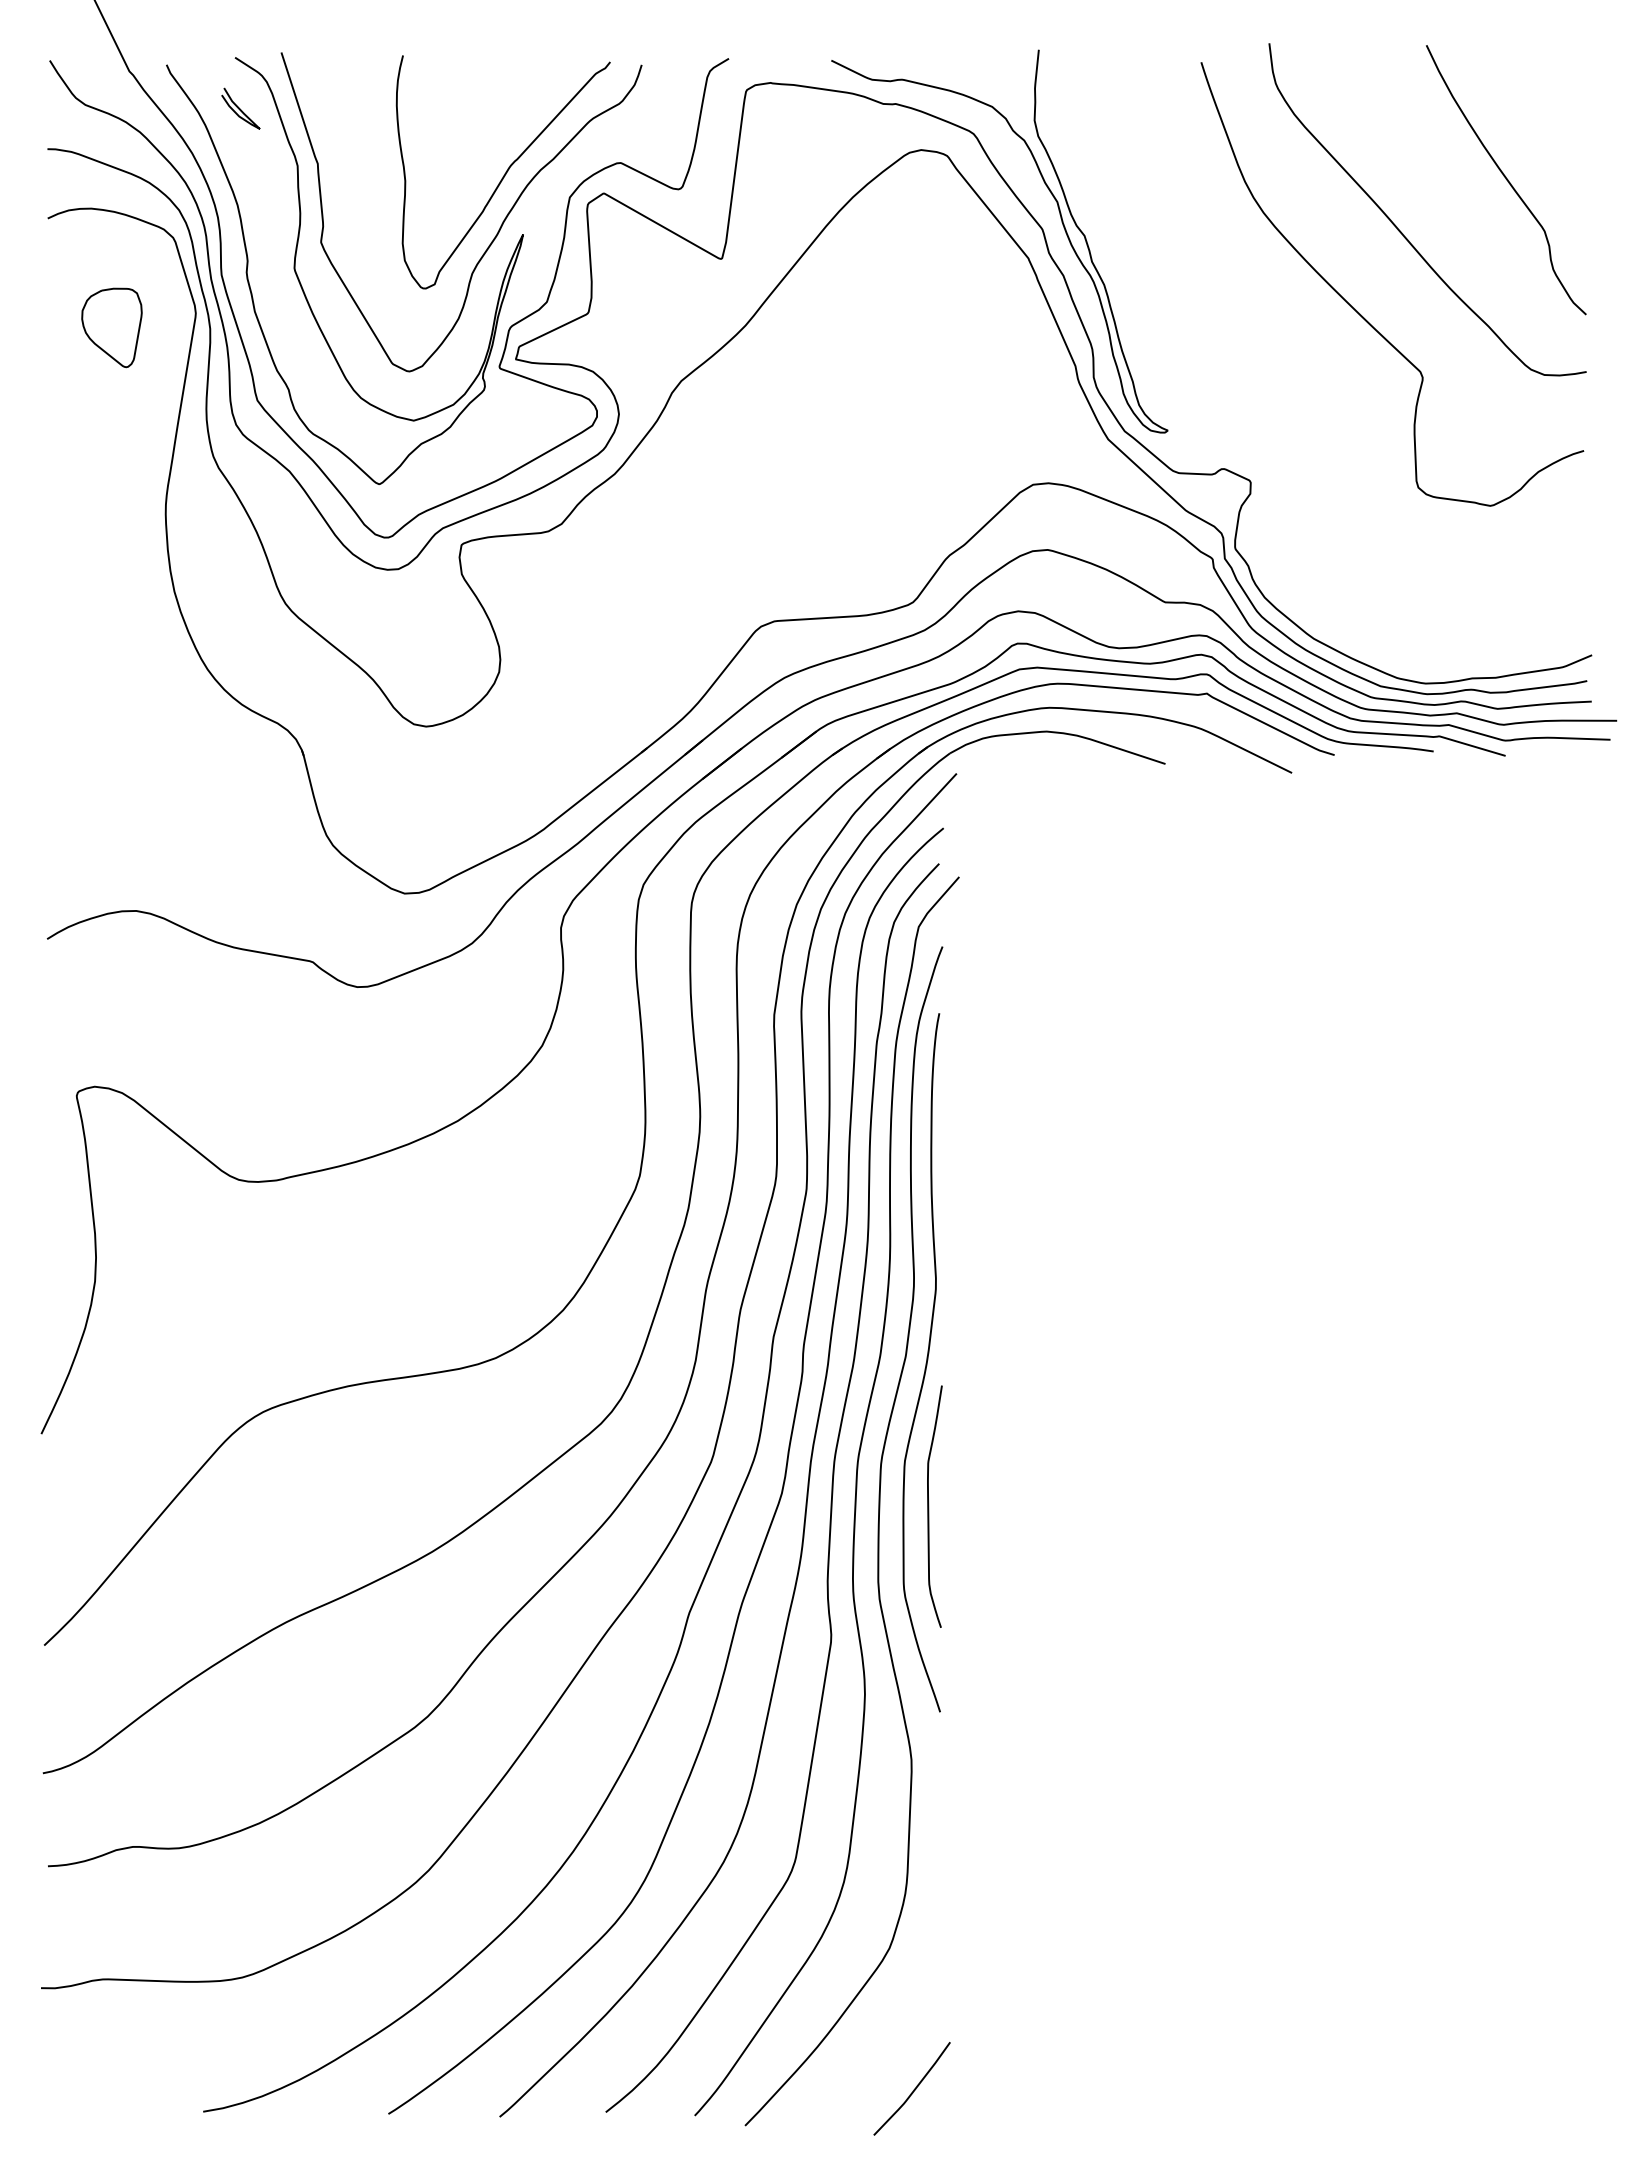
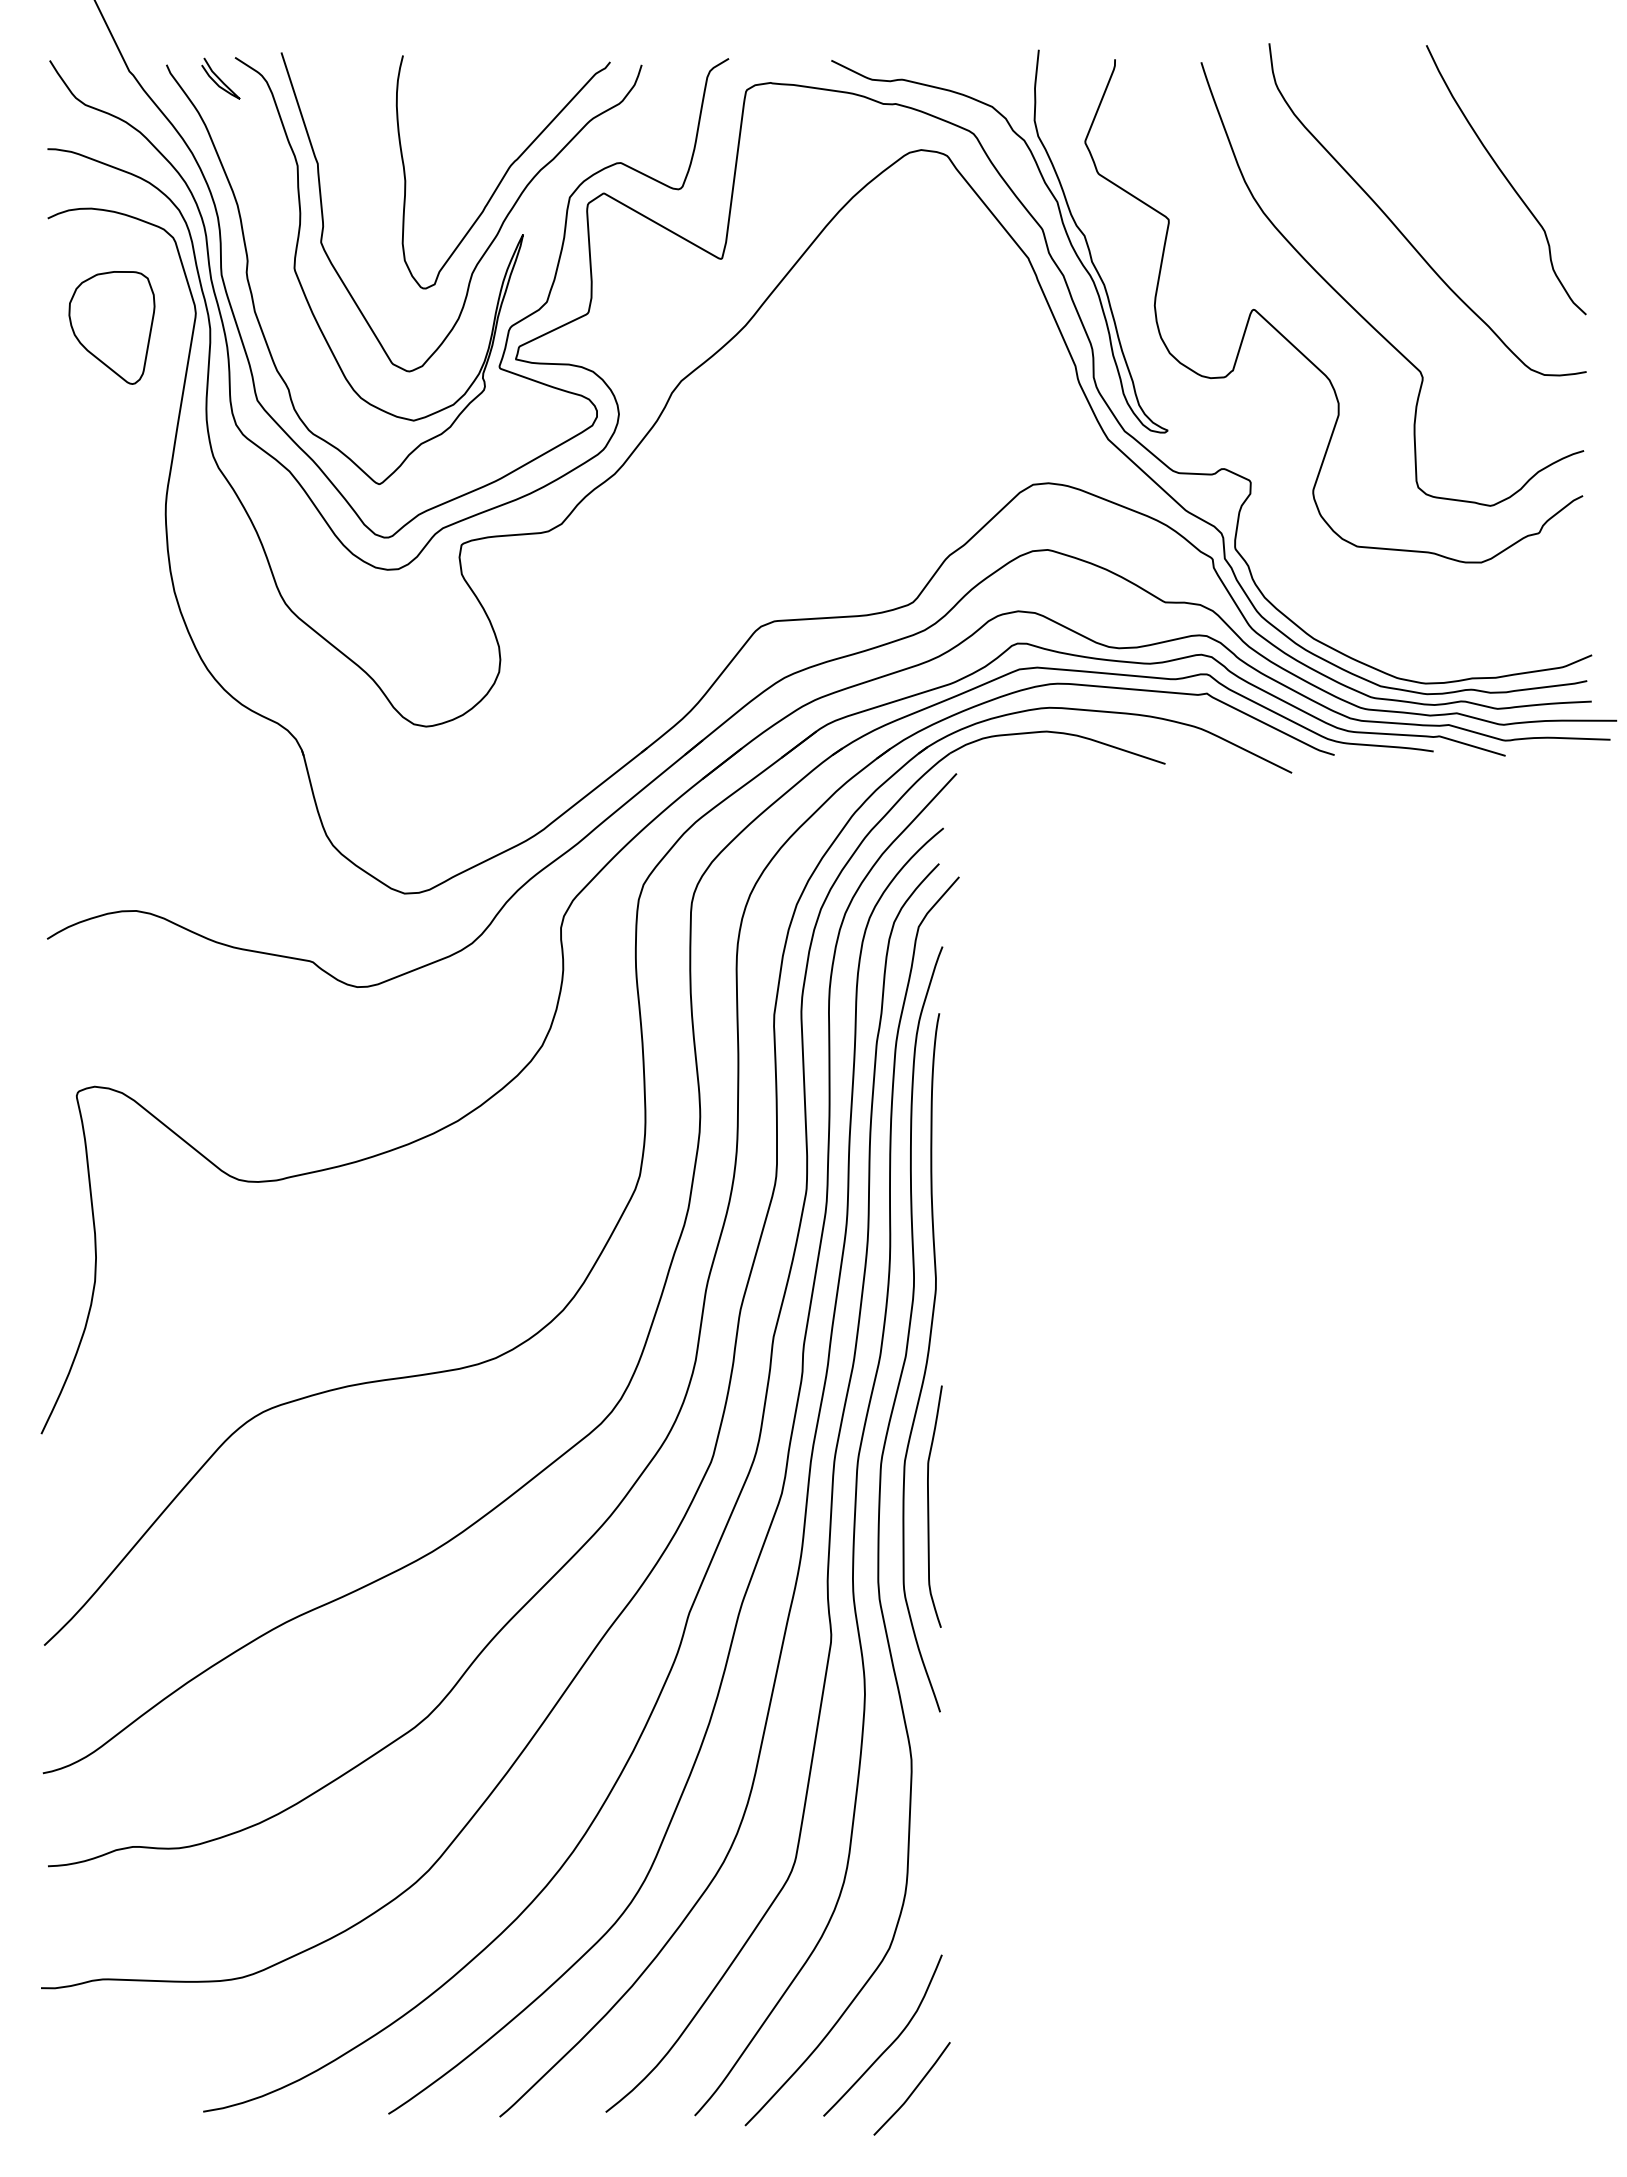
curve at (240, 108) position: (240, 108) -> (220, 78)
part at (111, 327) size: 62x82 px -> 88x114 px
curve at (1300, 350): none -> present
curve at (890, 2043): none -> present
